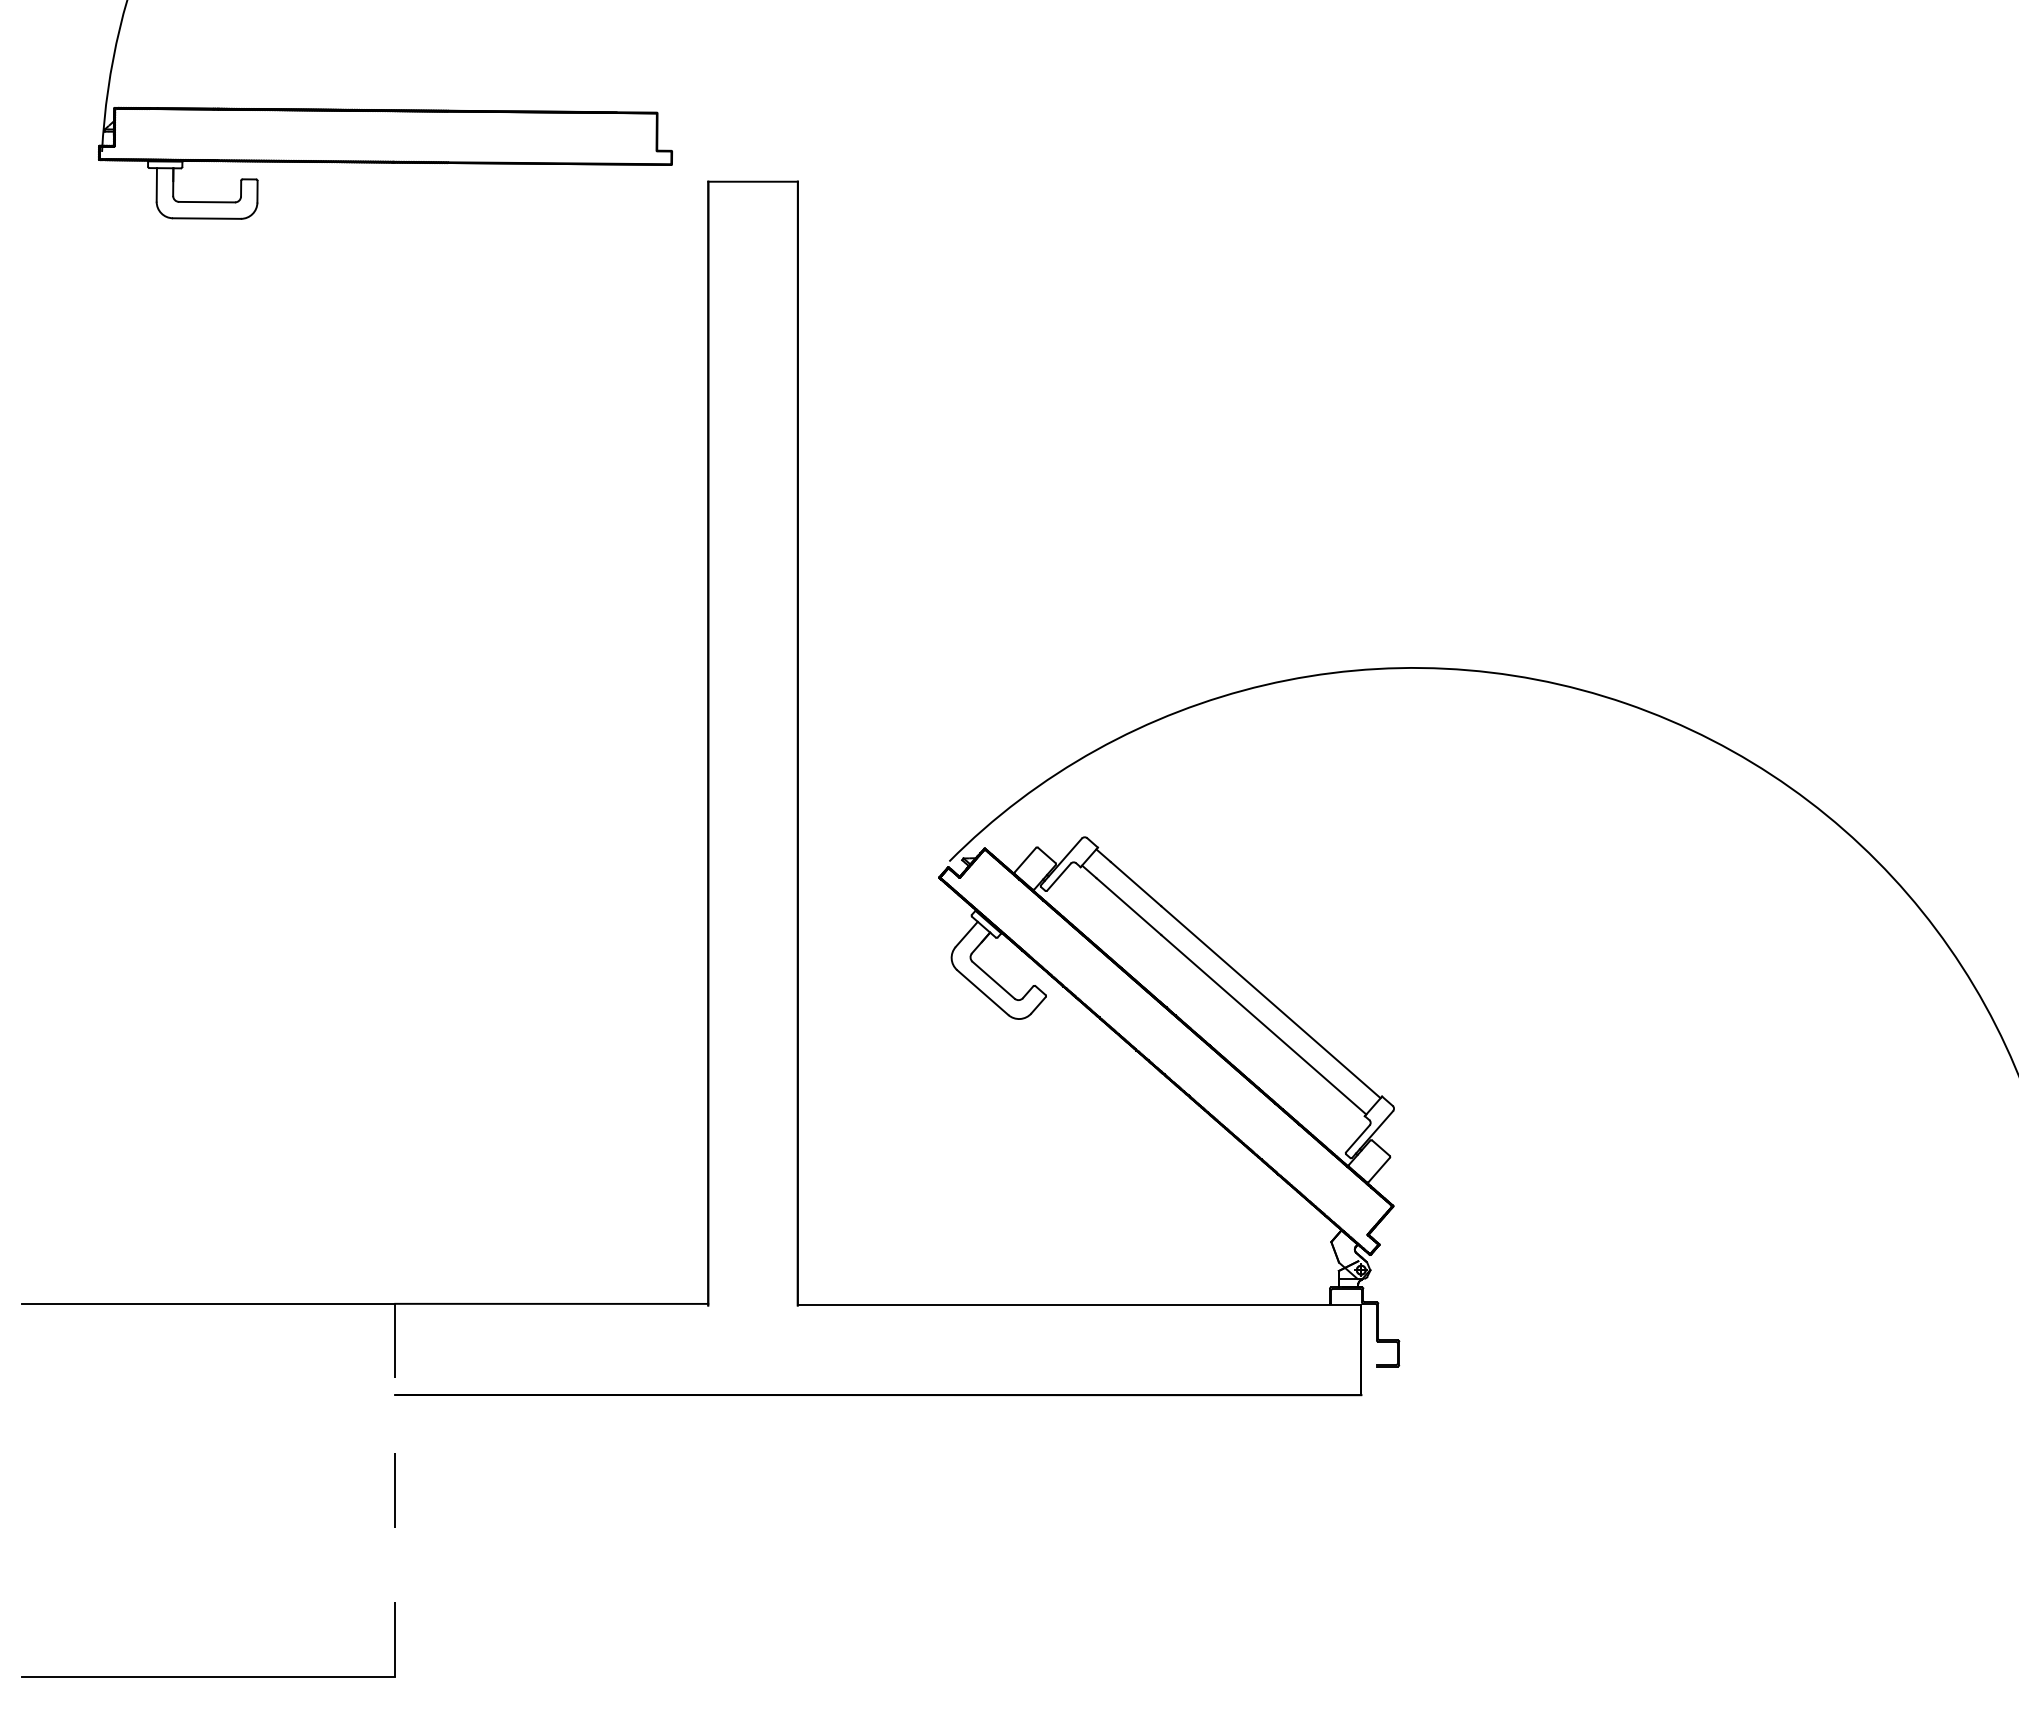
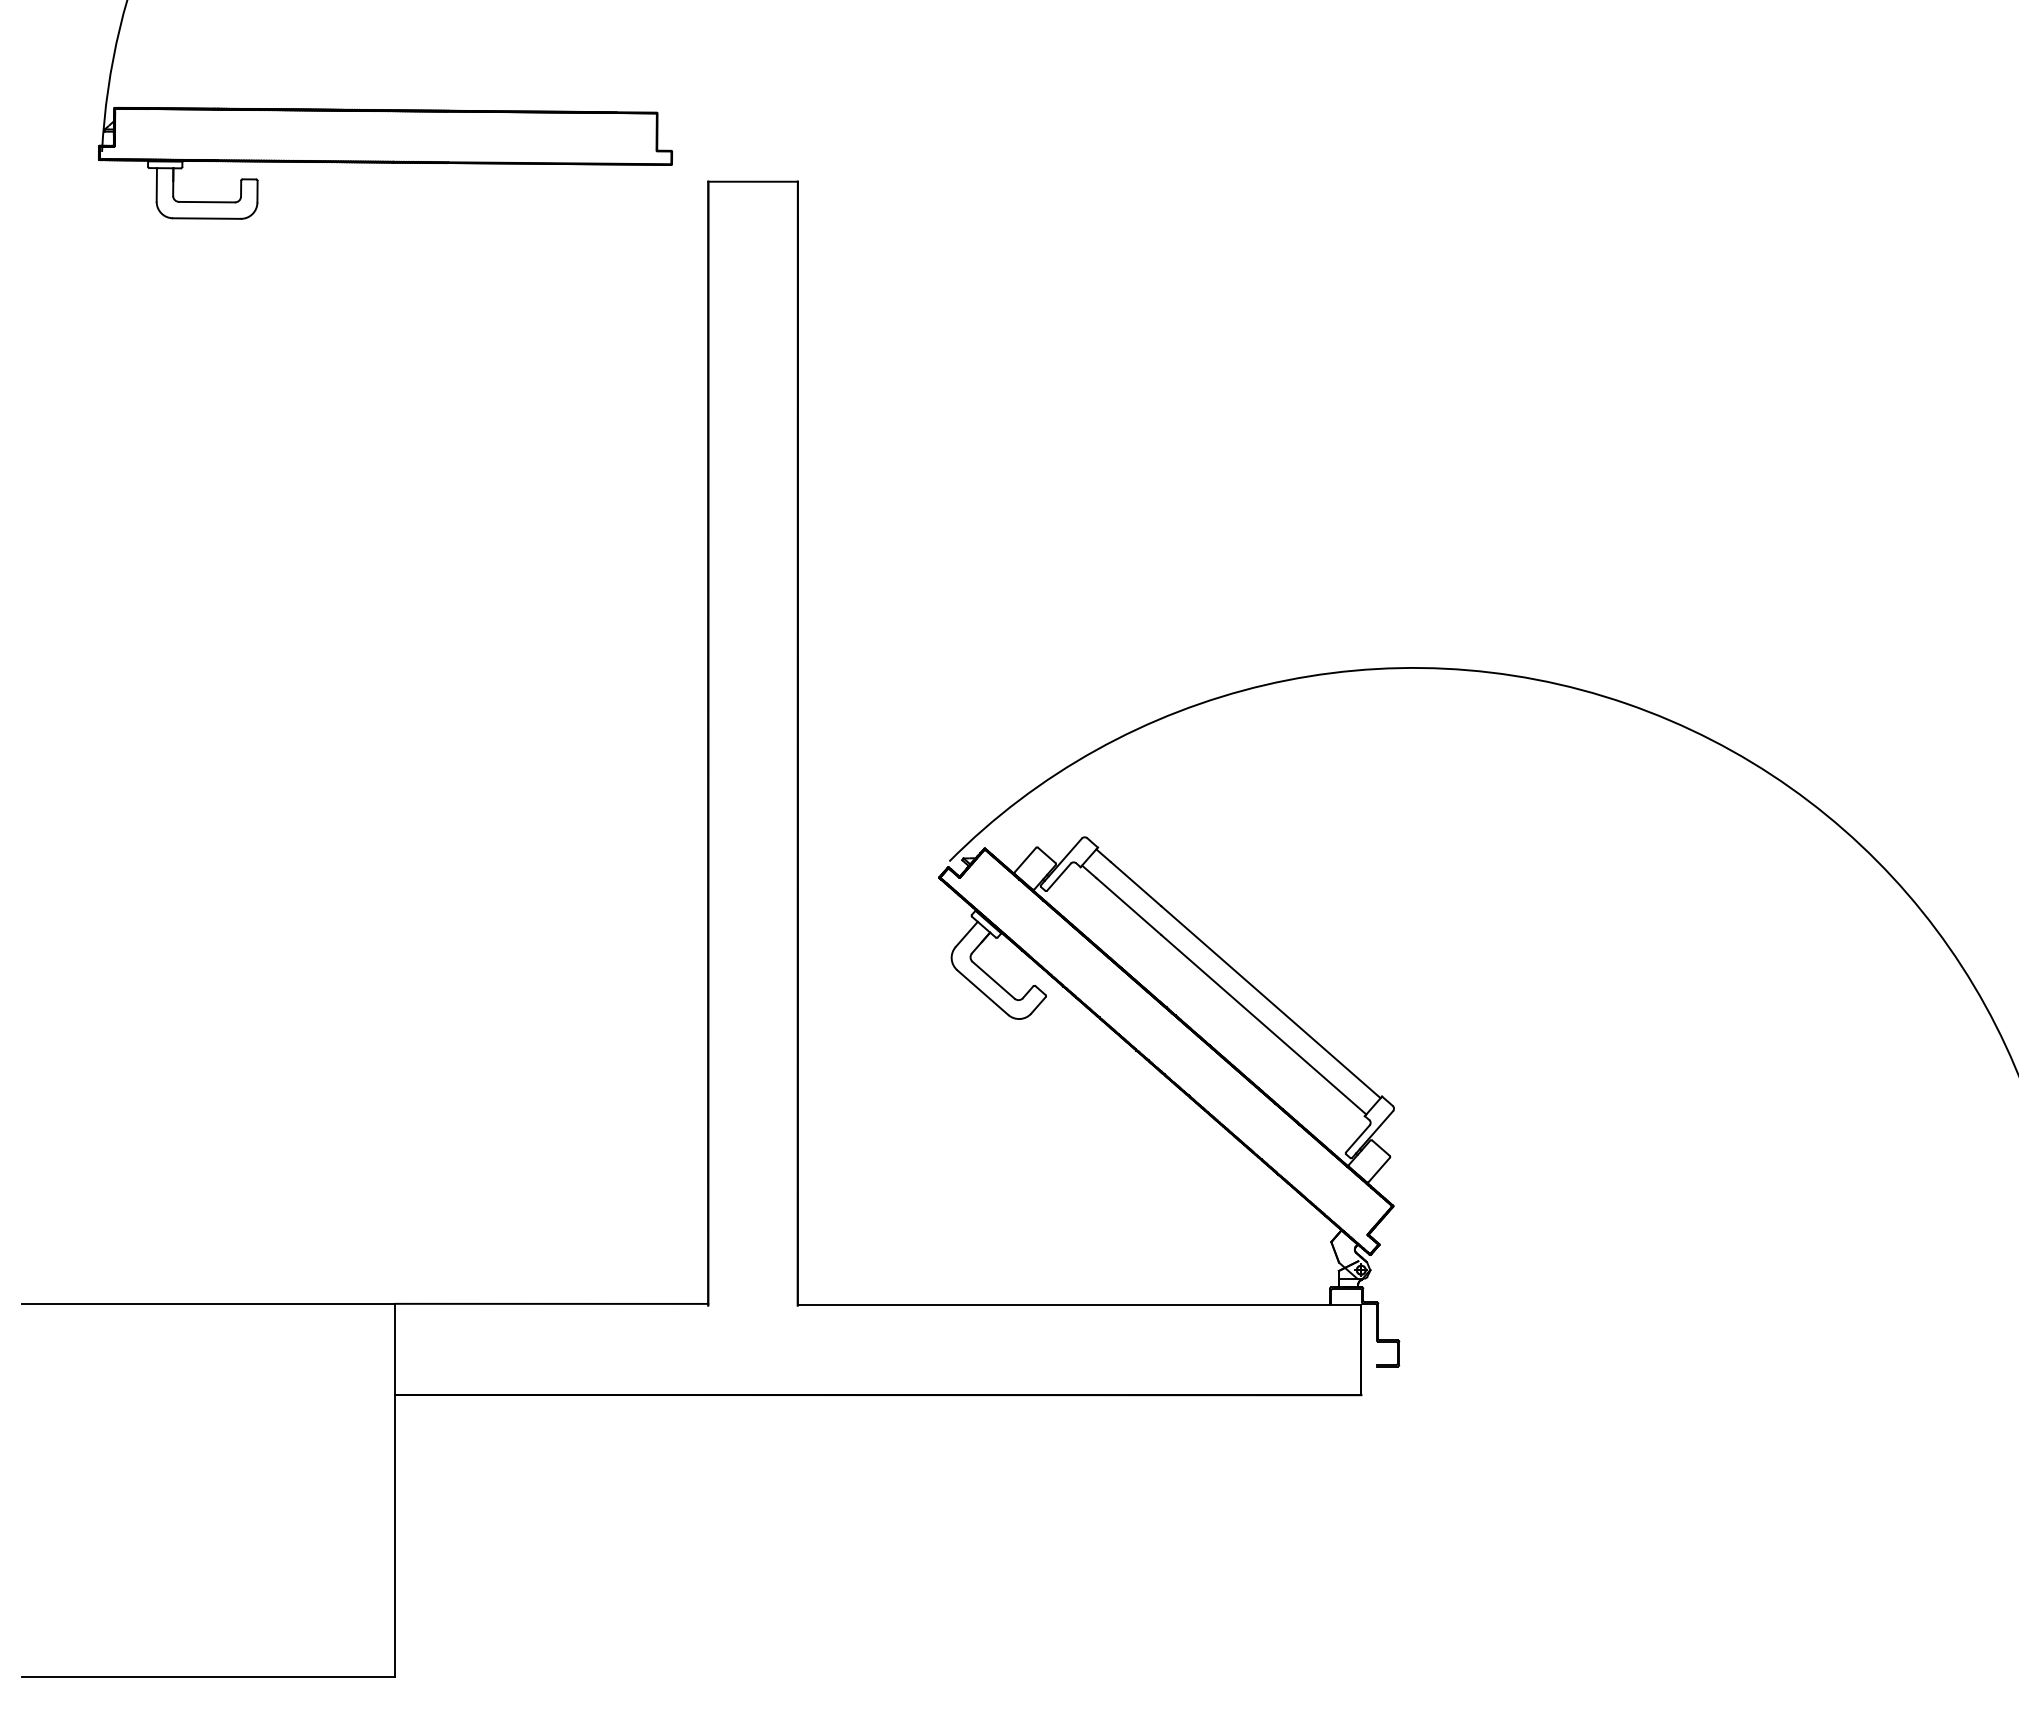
line at (395, 1490): dashed -> solid
